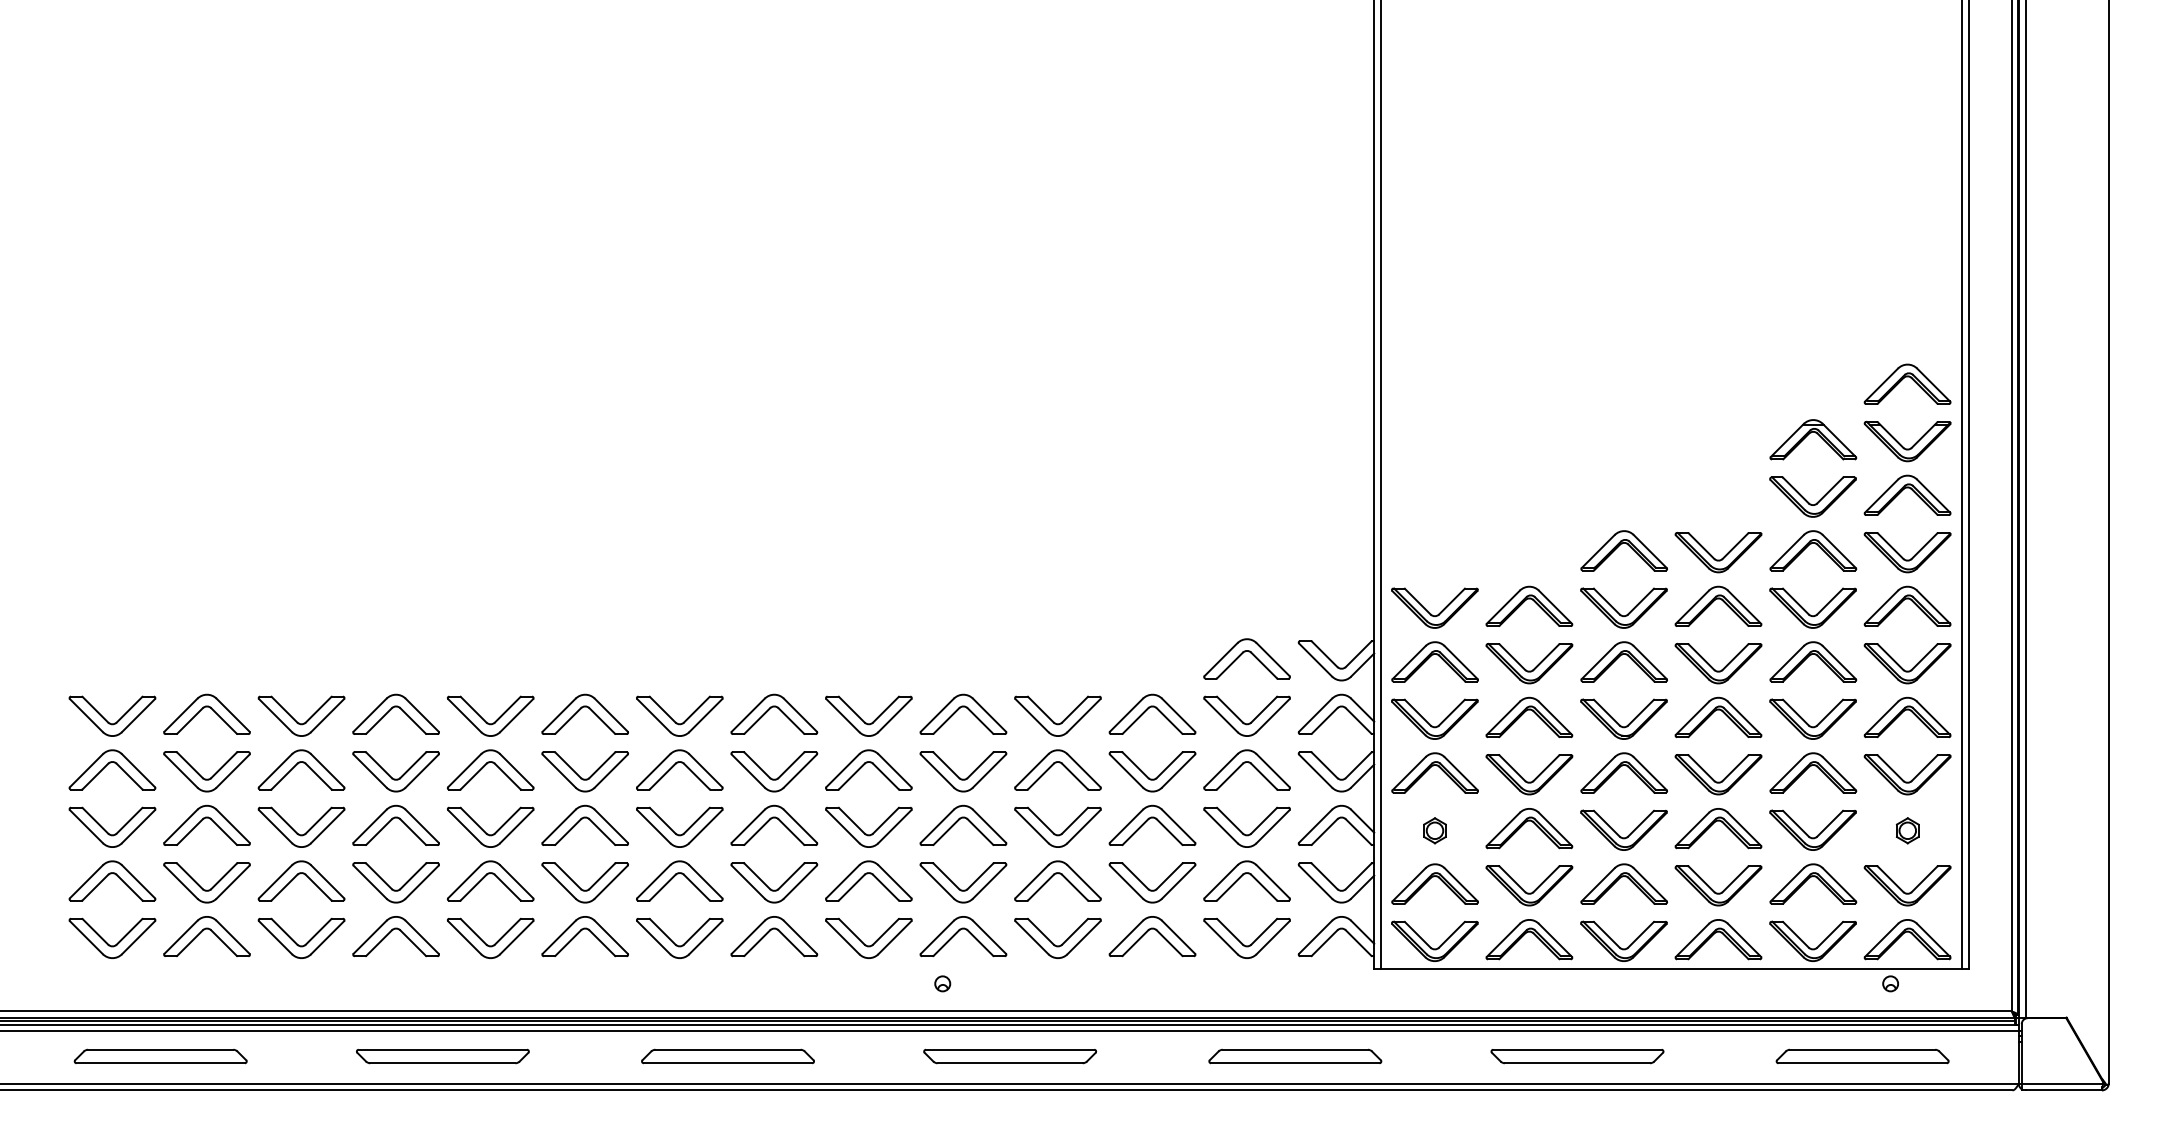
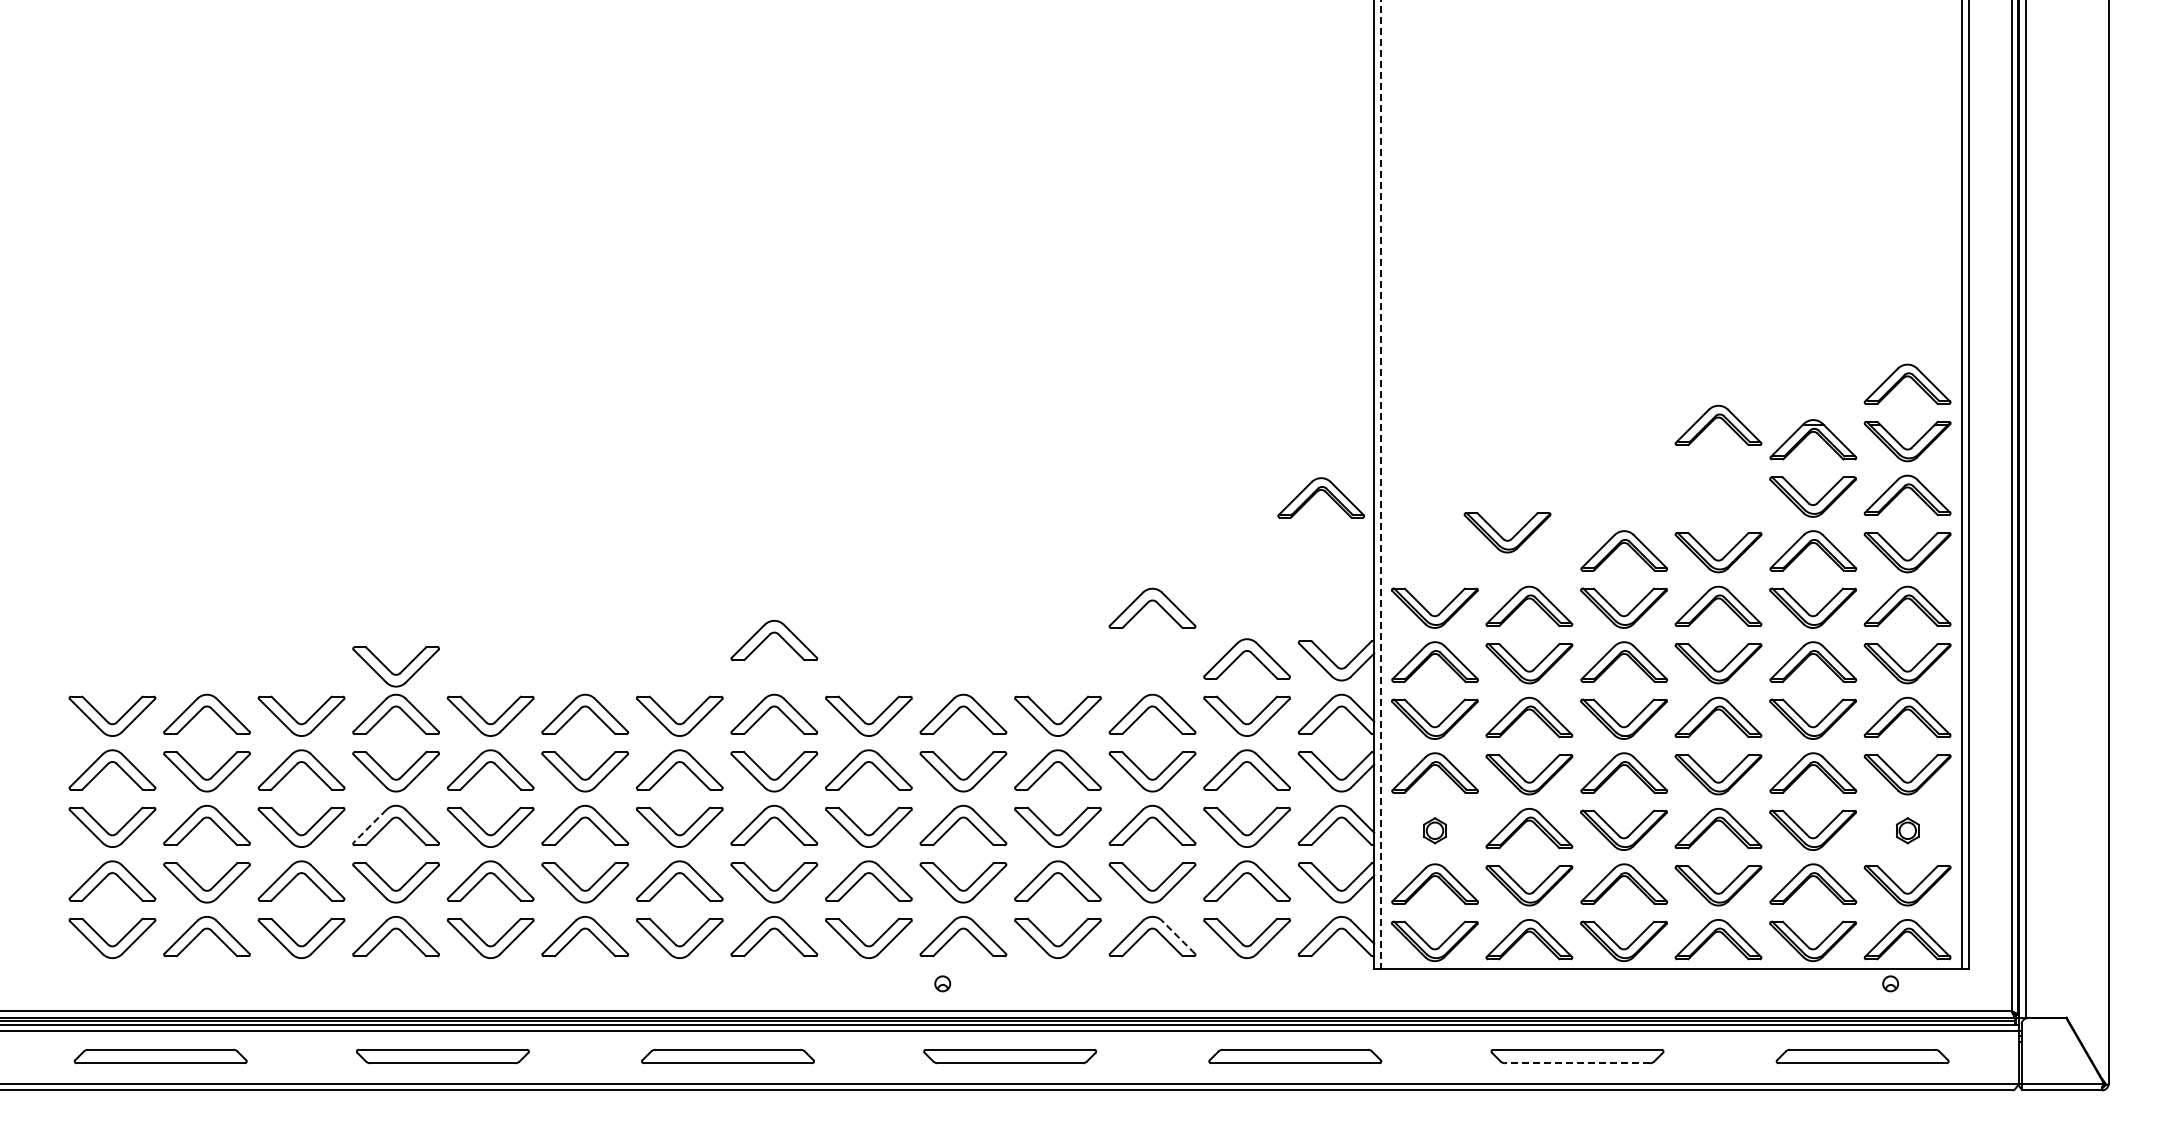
part at (1718, 424): none -> present
line at (1381, 485): solid -> dashed
part at (1320, 497): none -> present
part at (1502, 536): none -> present
part at (1152, 607): none -> present
part at (770, 635): none -> present
part at (390, 670): none -> present
line at (369, 826): solid -> dashed
line at (1178, 936): solid -> dashed
line at (1577, 1063): solid -> dashed
